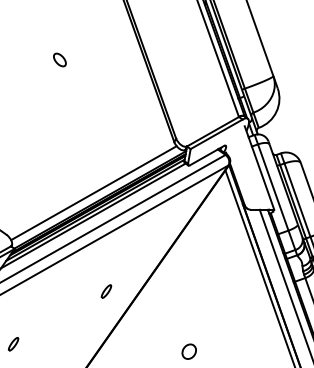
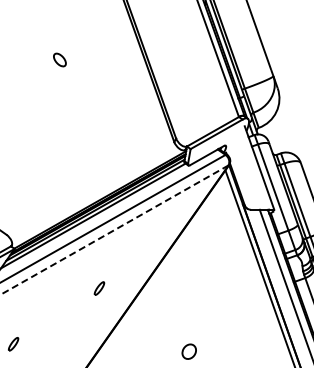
line at (93, 193): present -> none
line at (114, 230): solid -> dashed
part at (106, 291) position: (106, 291) -> (99, 288)
